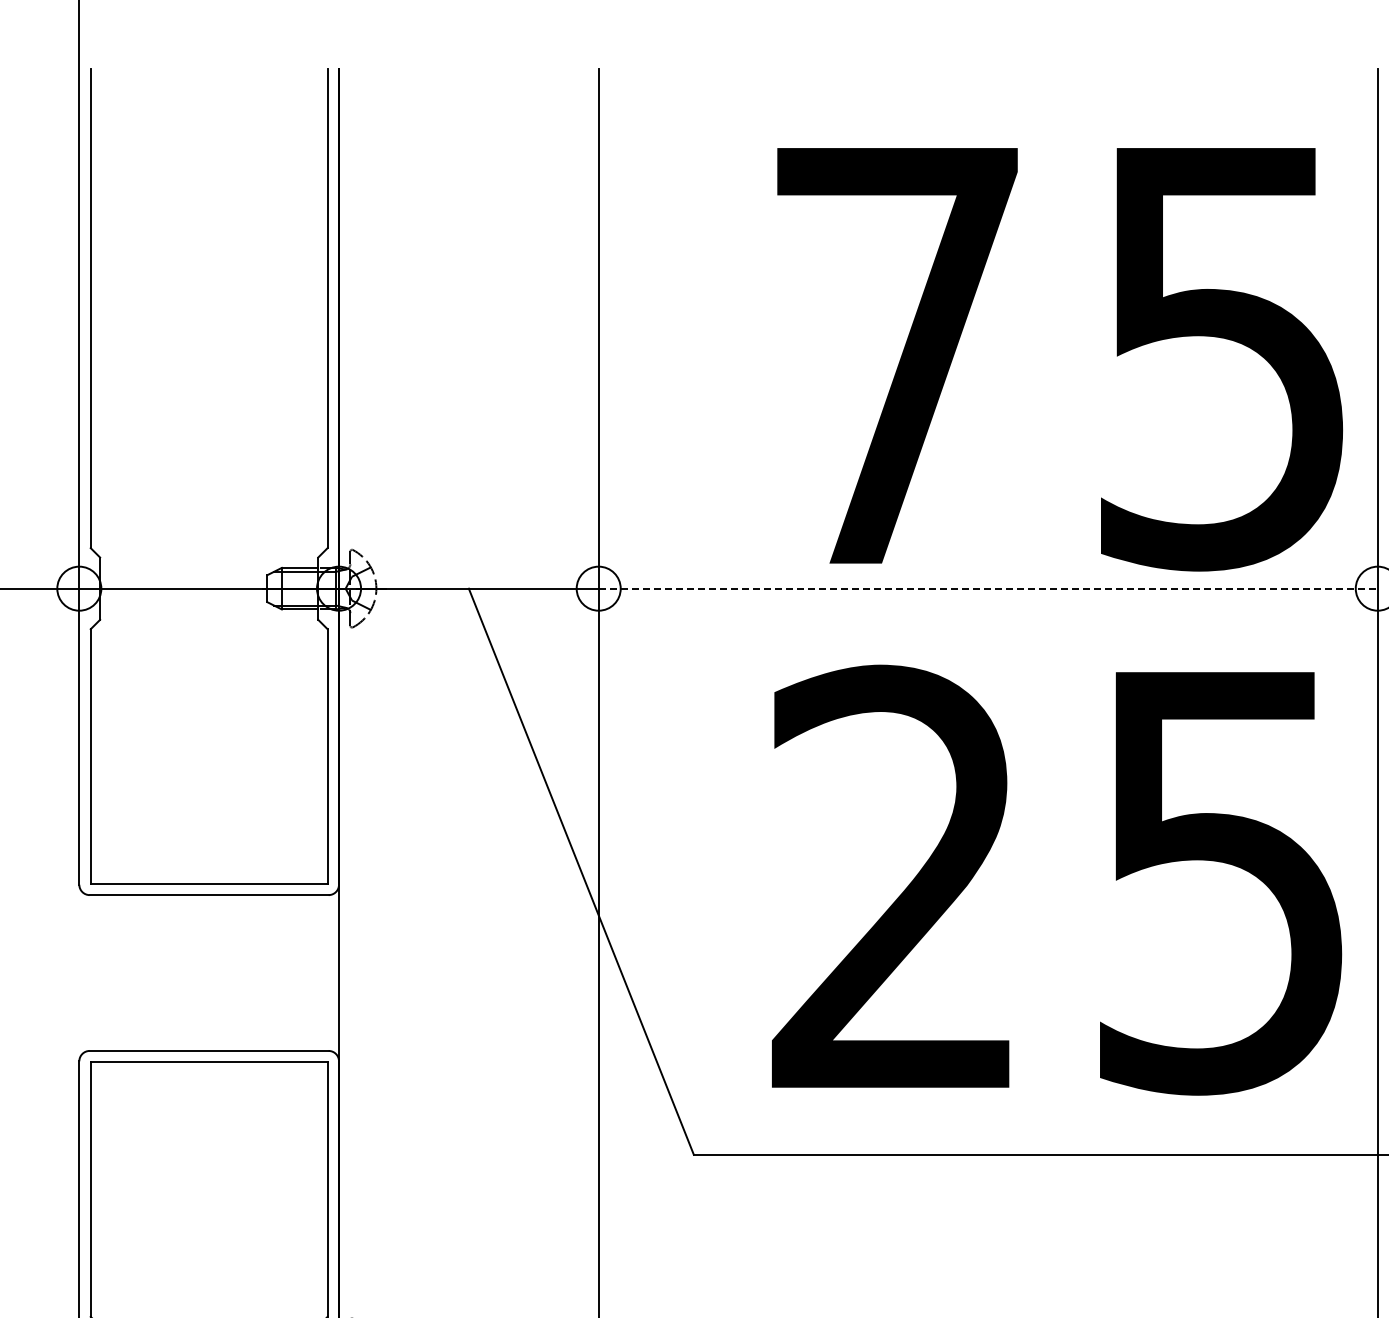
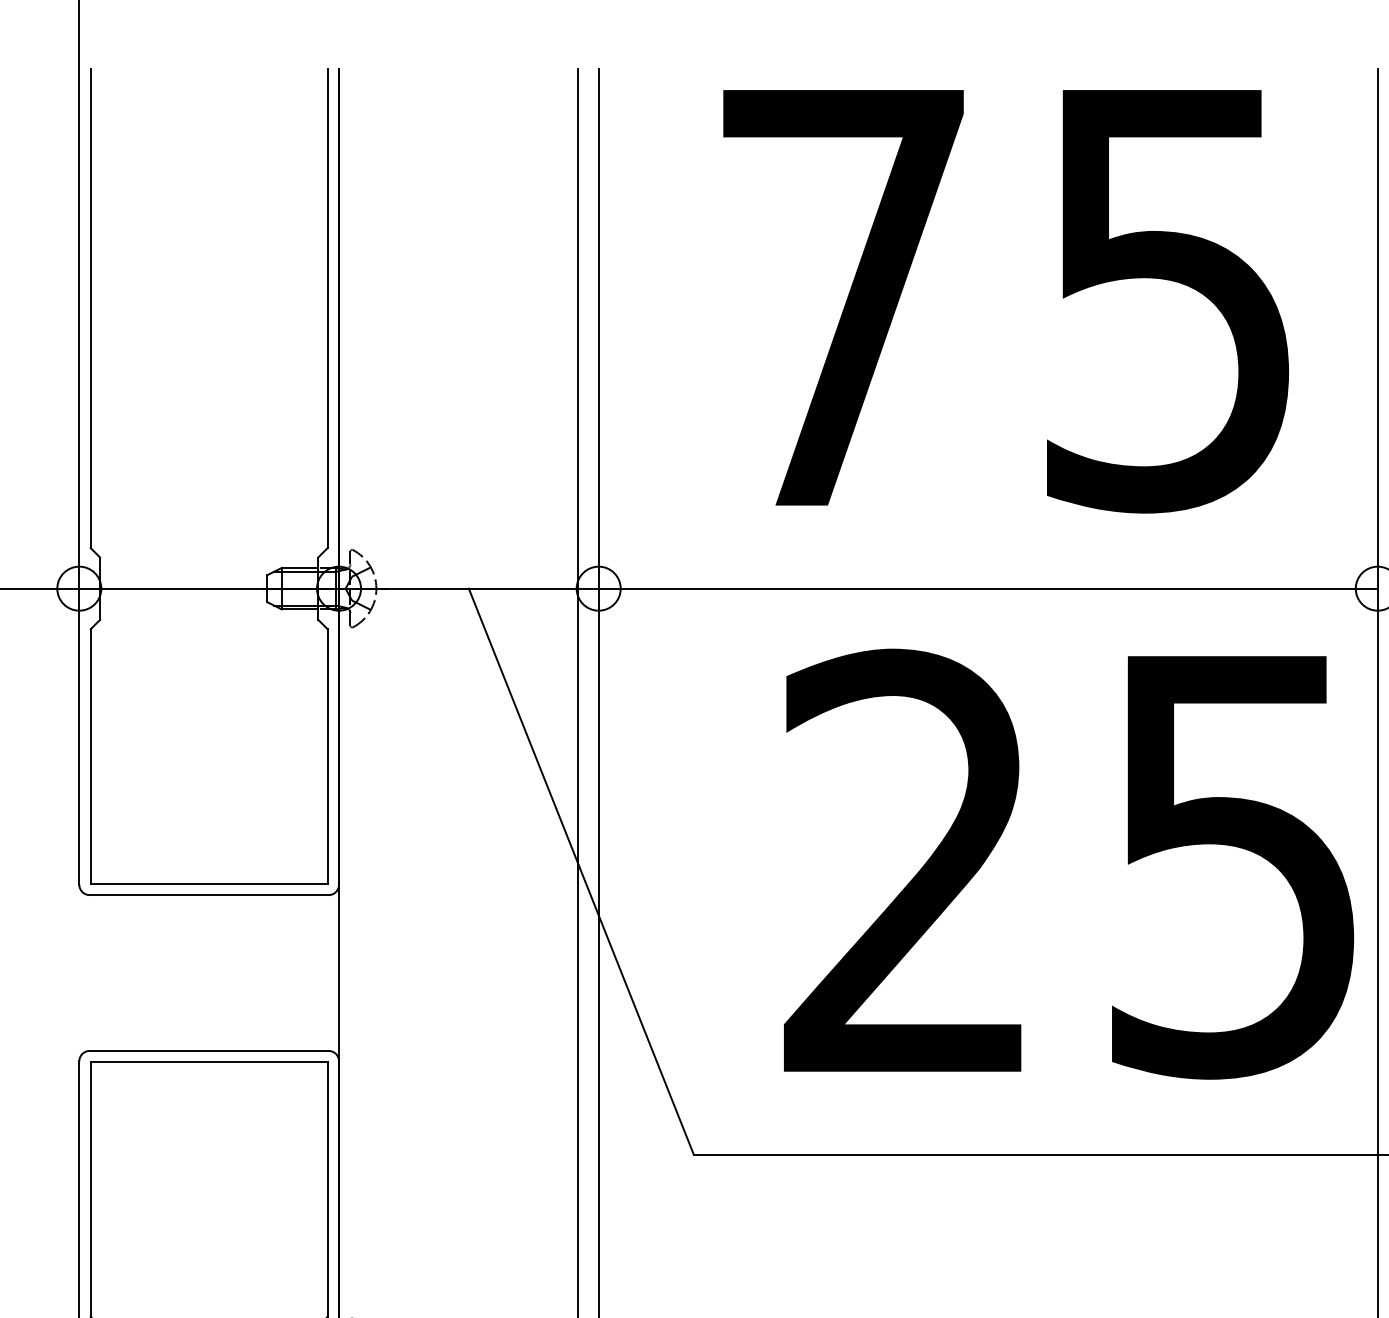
text at (1059, 359) position: (1059, 359) -> (1005, 301)
line at (988, 588): dashed -> solid
line at (577, 691): none -> present
text at (1057, 879) position: (1057, 879) -> (1069, 863)
